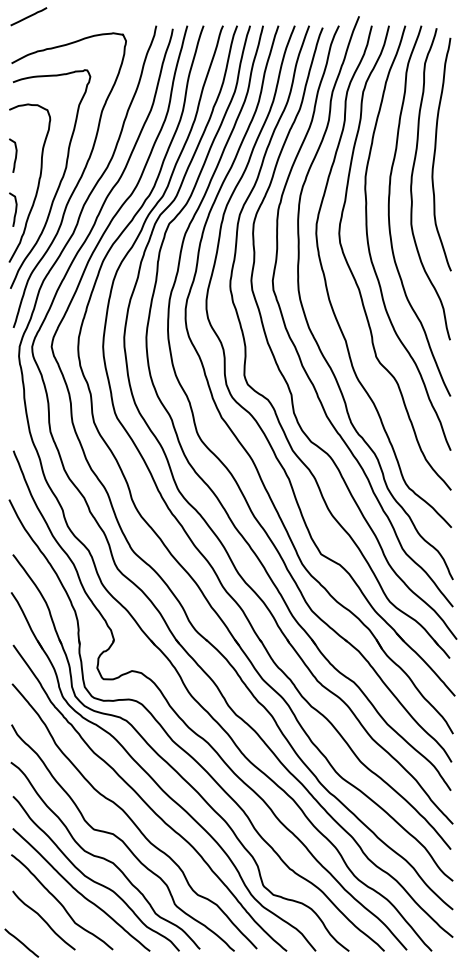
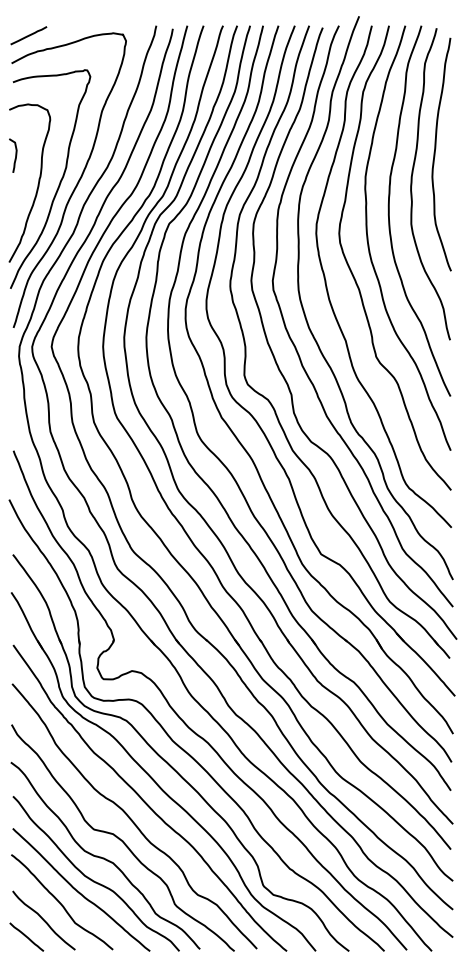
line at (28, 16) position: (28, 16) -> (28, 35)
curve at (15, 209): present -> none
line at (21, 942) position: (21, 942) -> (26, 936)
